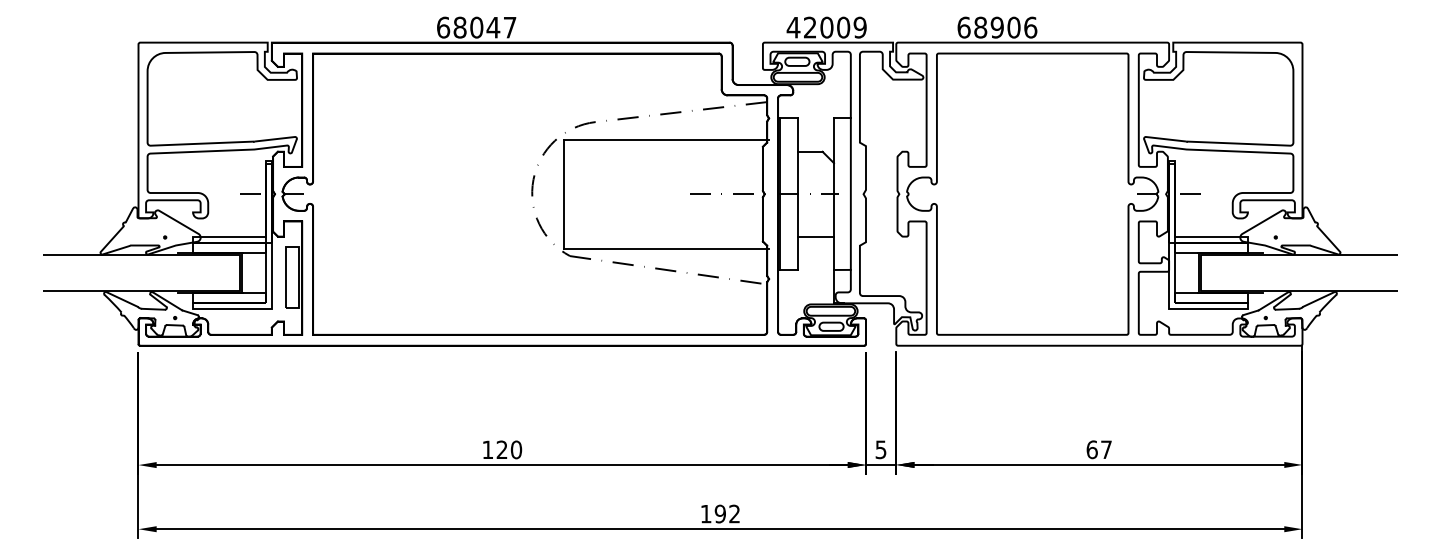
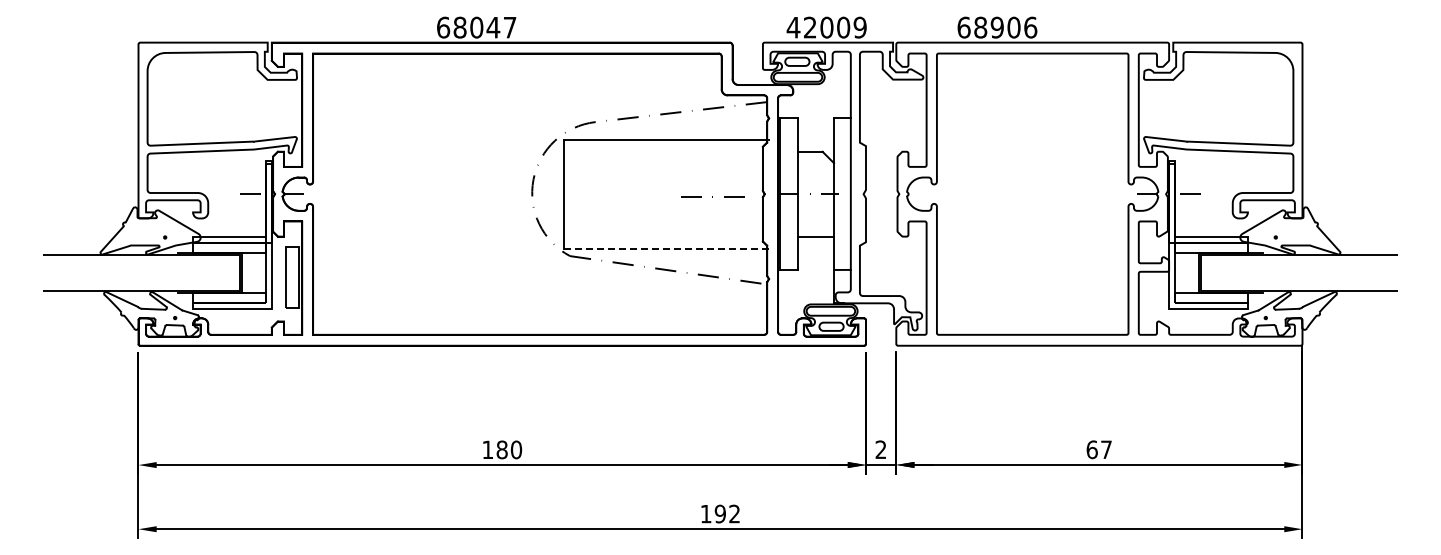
line at (721, 193) position: (721, 193) -> (712, 196)
line at (666, 248): solid -> dashed
text at (501, 449): 120 -> 180
text at (880, 449): 5 -> 2
